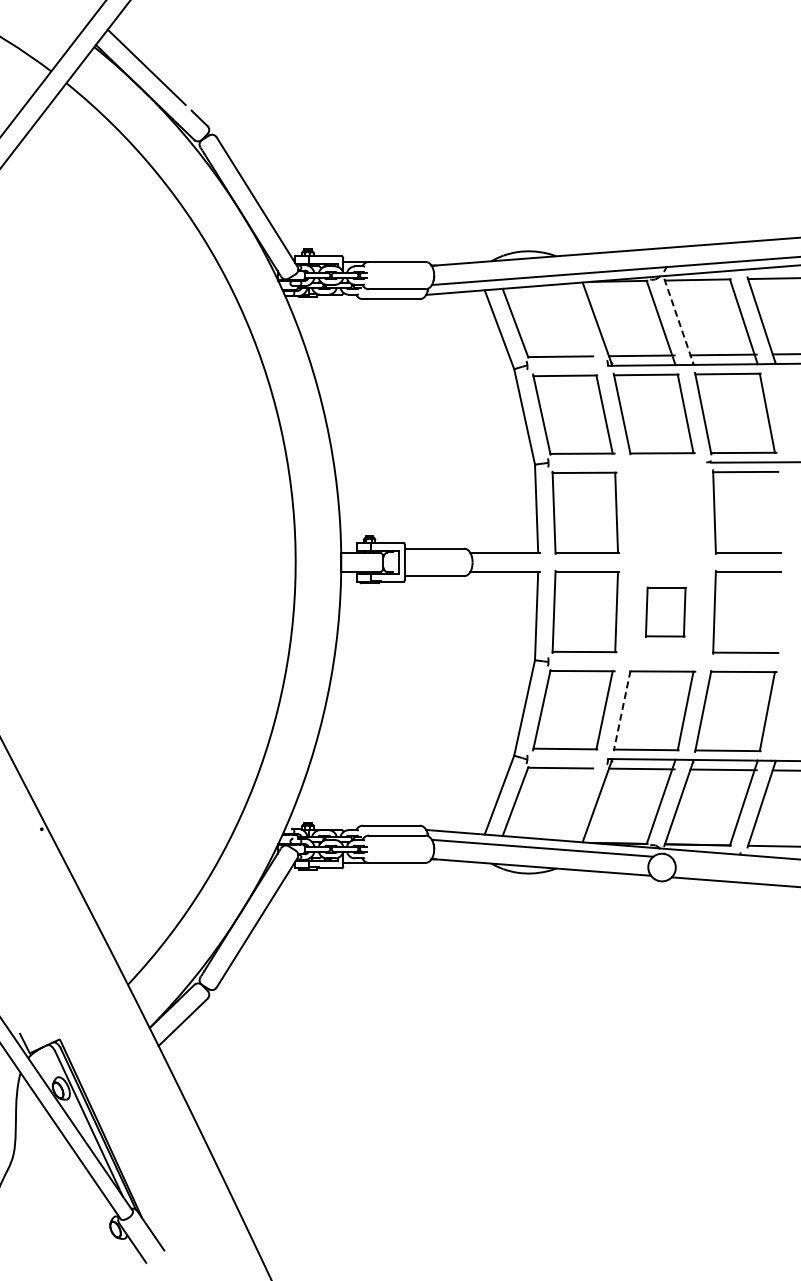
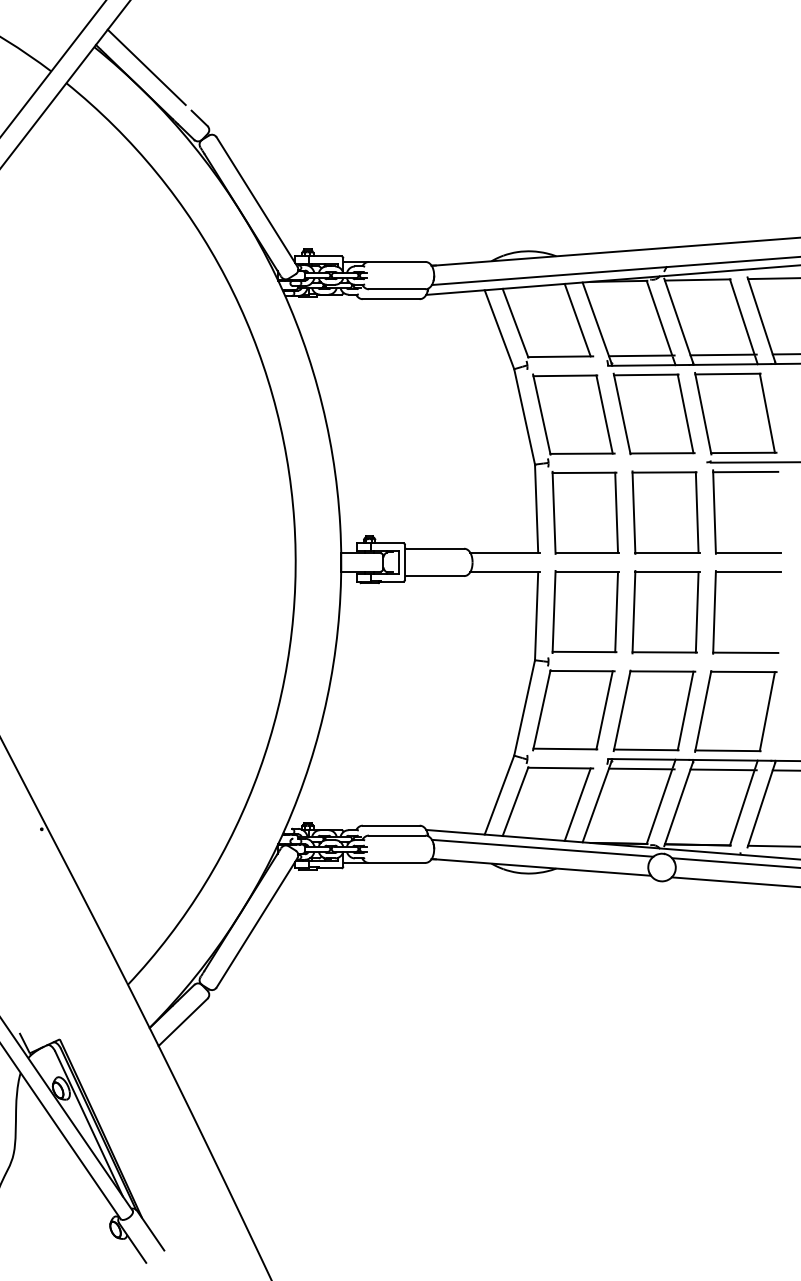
line at (577, 319): none -> present
line at (678, 321): dashed -> solid
part at (665, 512): none -> present
part at (665, 611) size: 42x52 px -> 70x85 px
line at (622, 711): dashed -> solid
line at (577, 804): none -> present
line at (734, 862): none -> present
